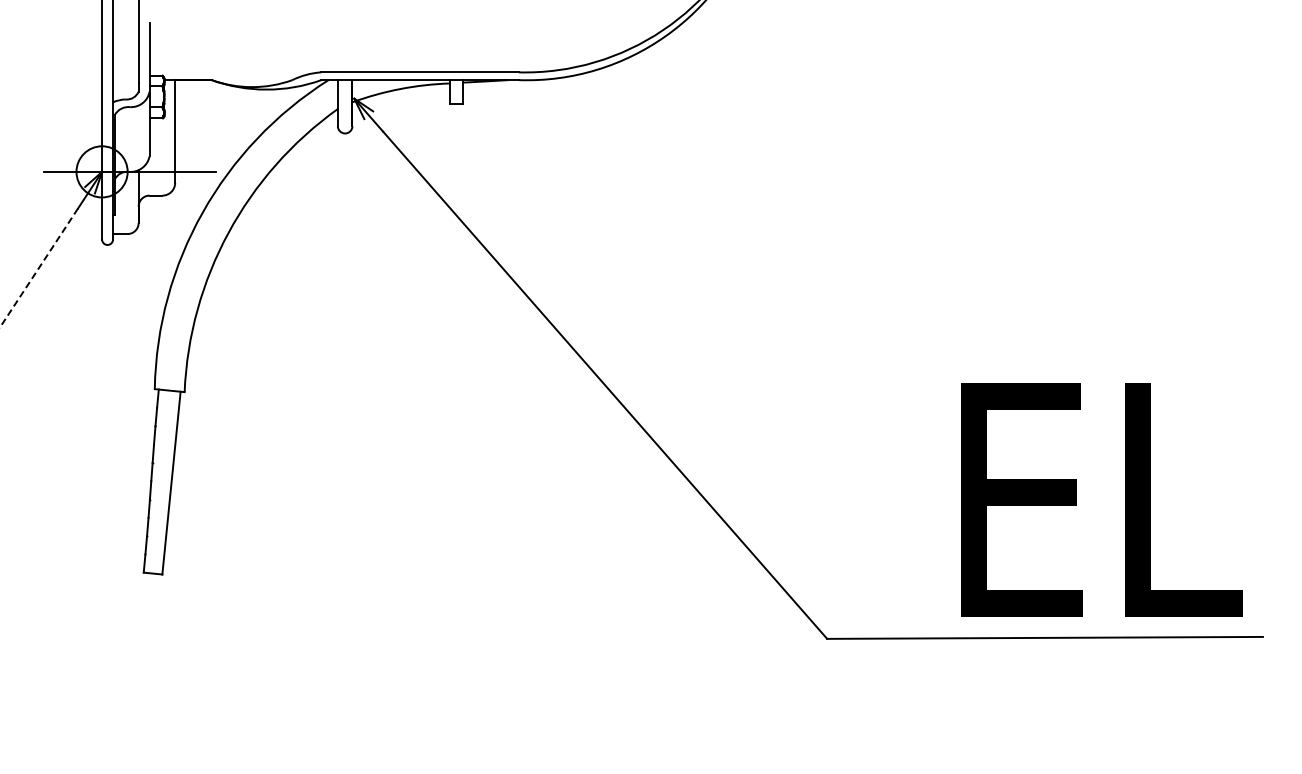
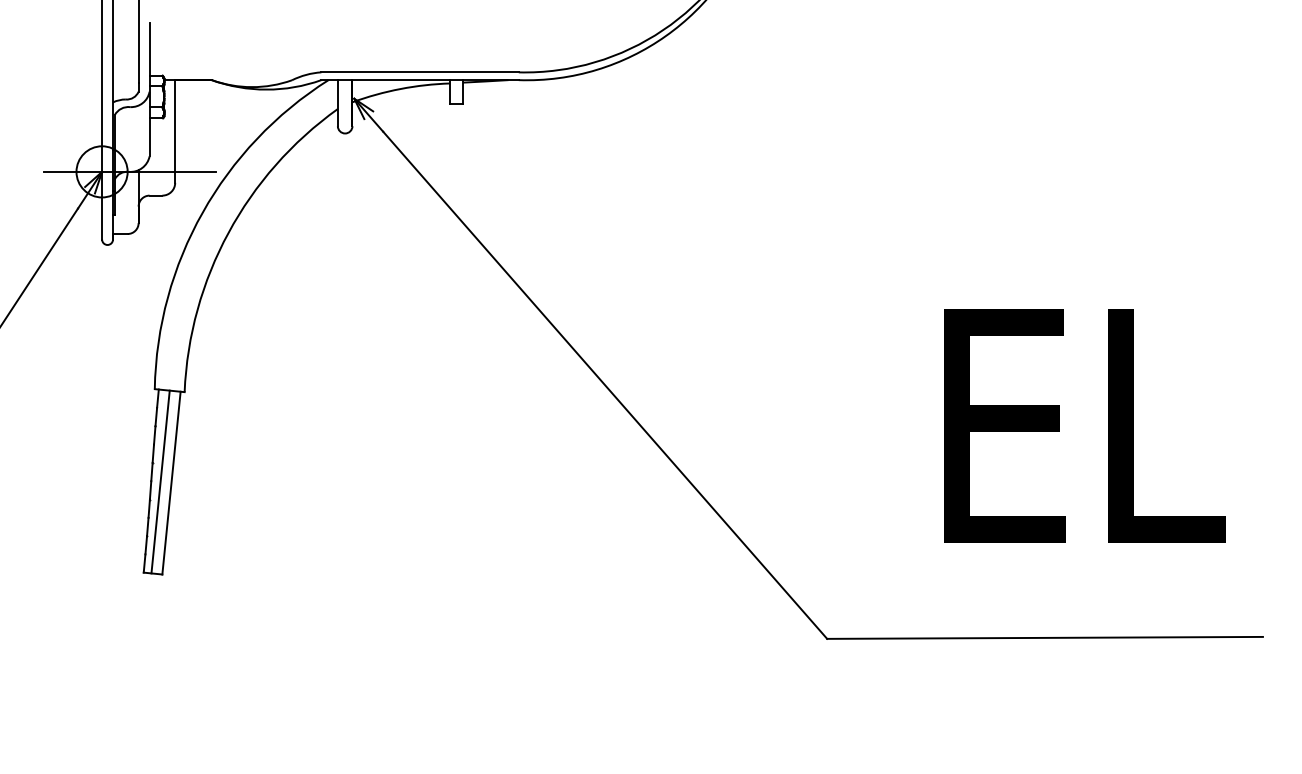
line at (39, 267): dashed -> solid
line at (160, 481): none -> present
text at (1101, 499) position: (1101, 499) -> (1084, 425)
